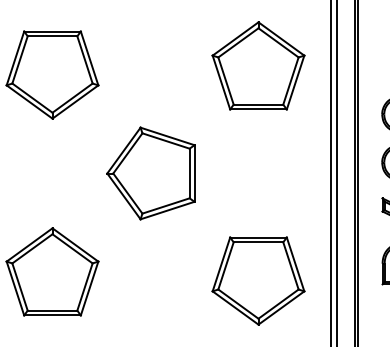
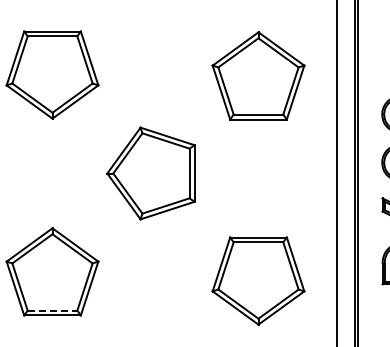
part at (258, 65) position: (258, 65) -> (258, 75)
line at (330, 172): present -> none
line at (52, 310): solid -> dashed
